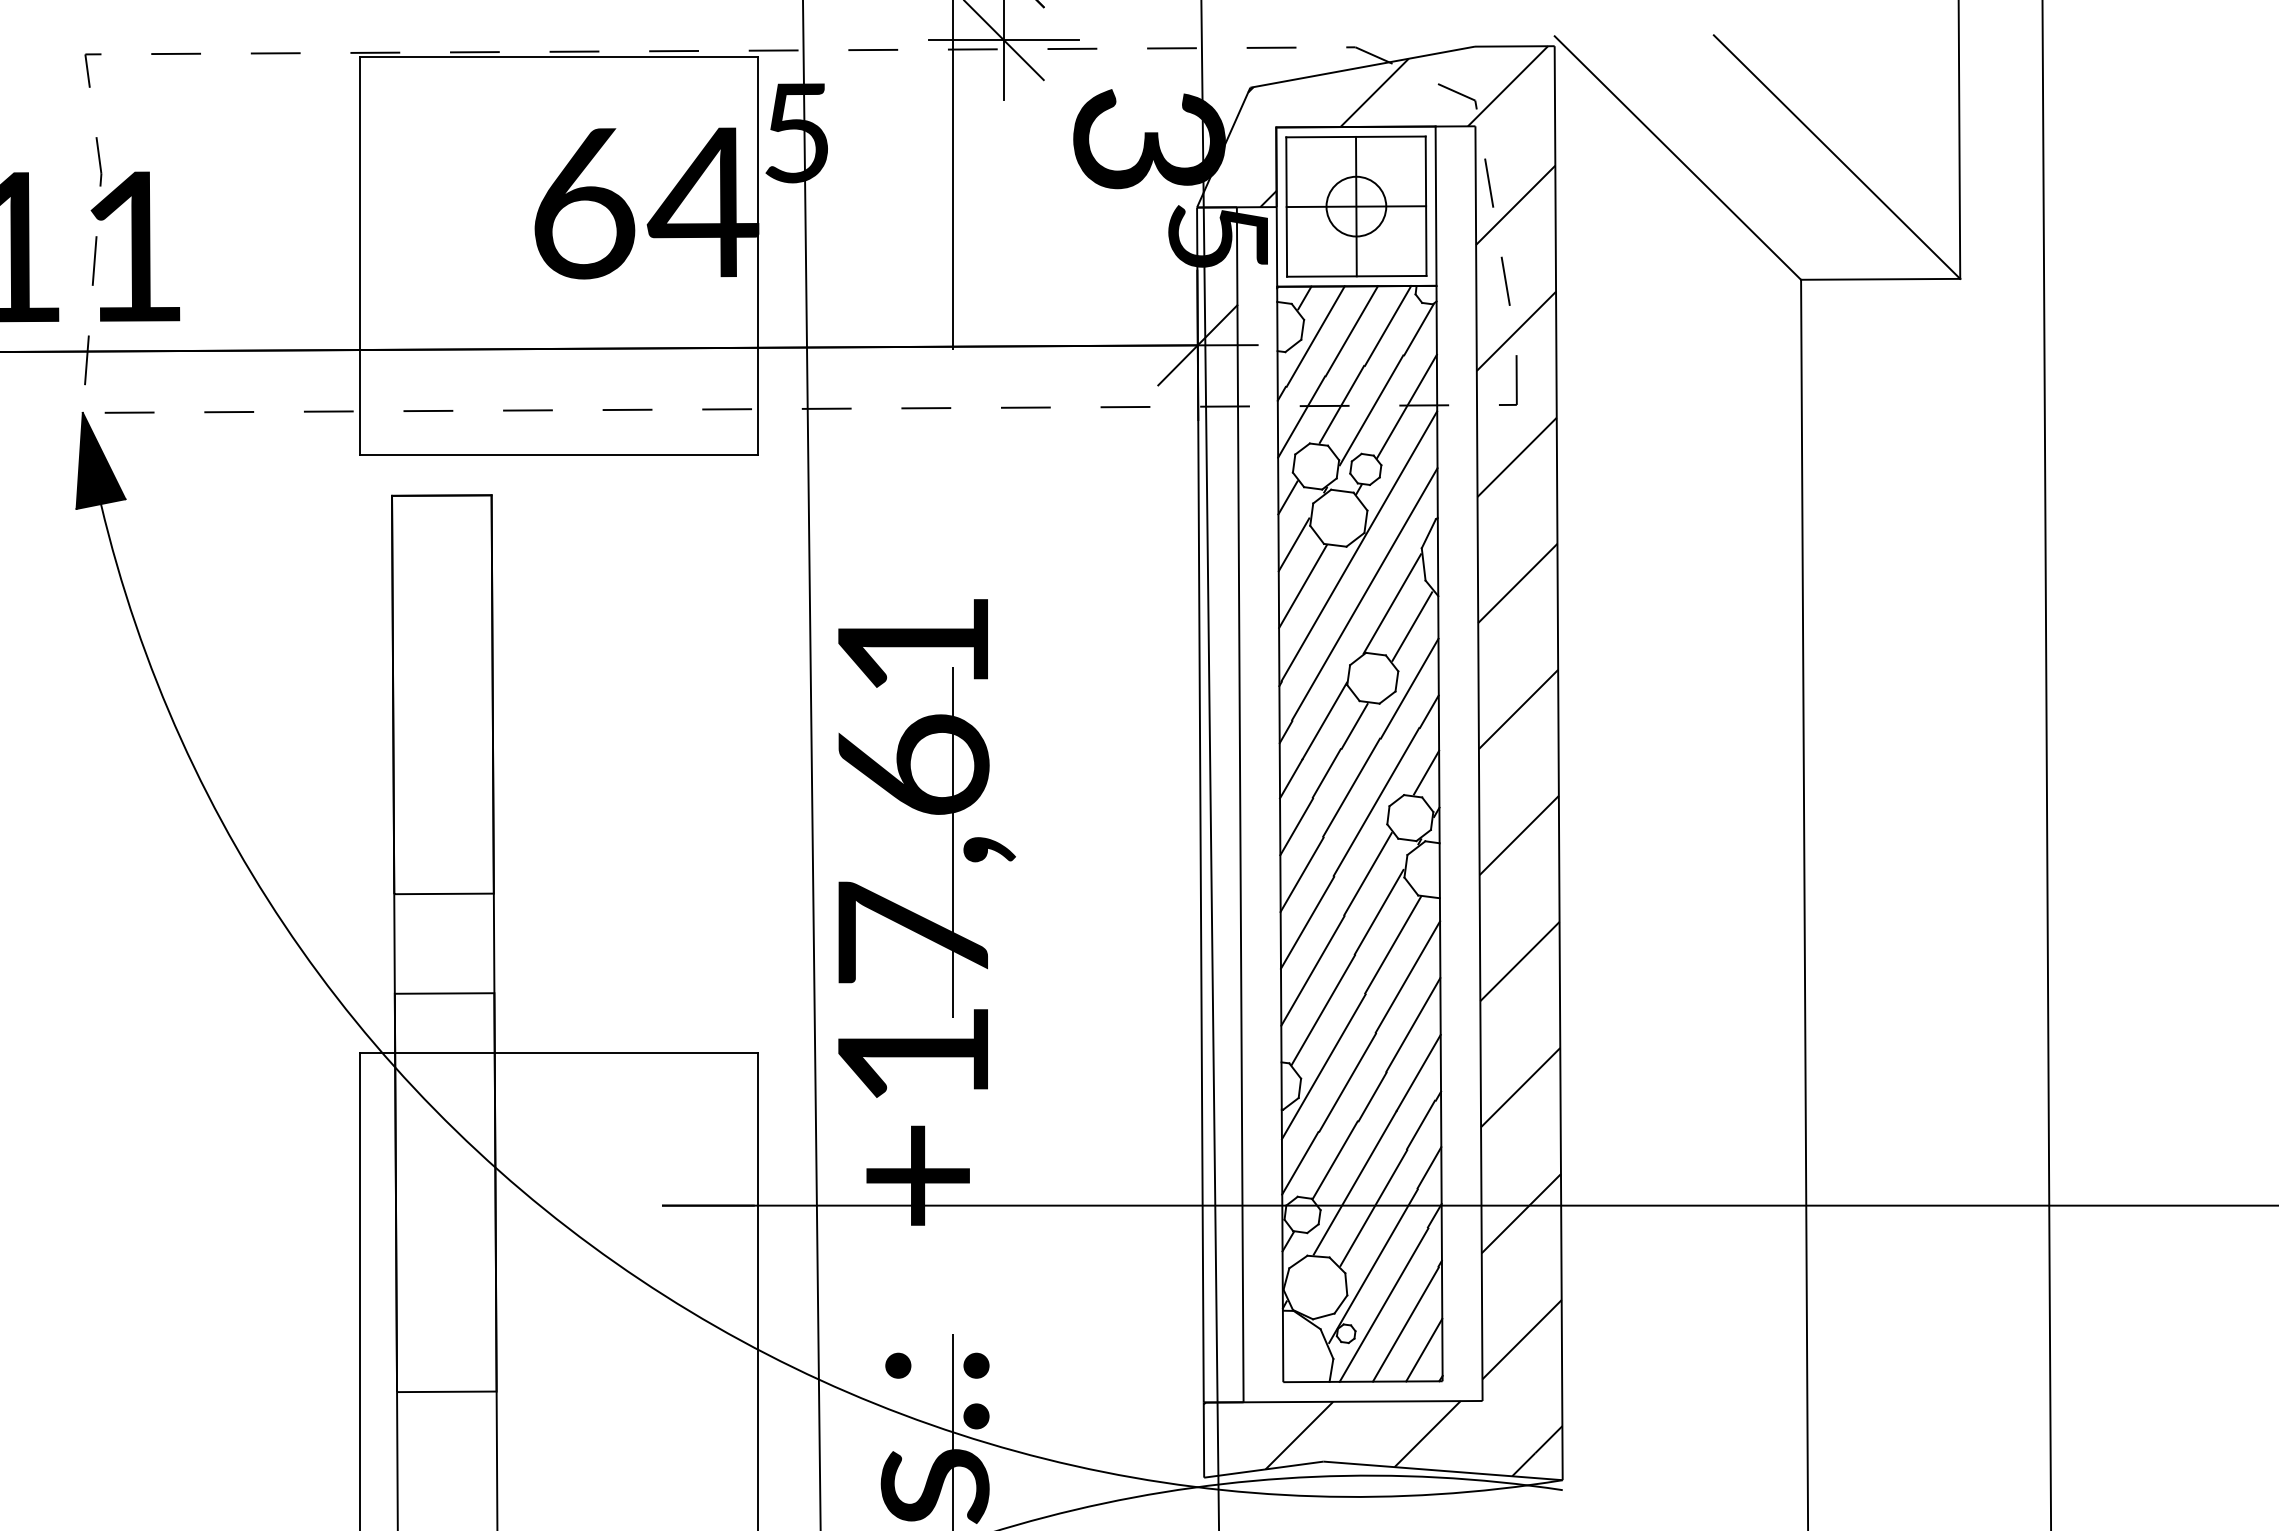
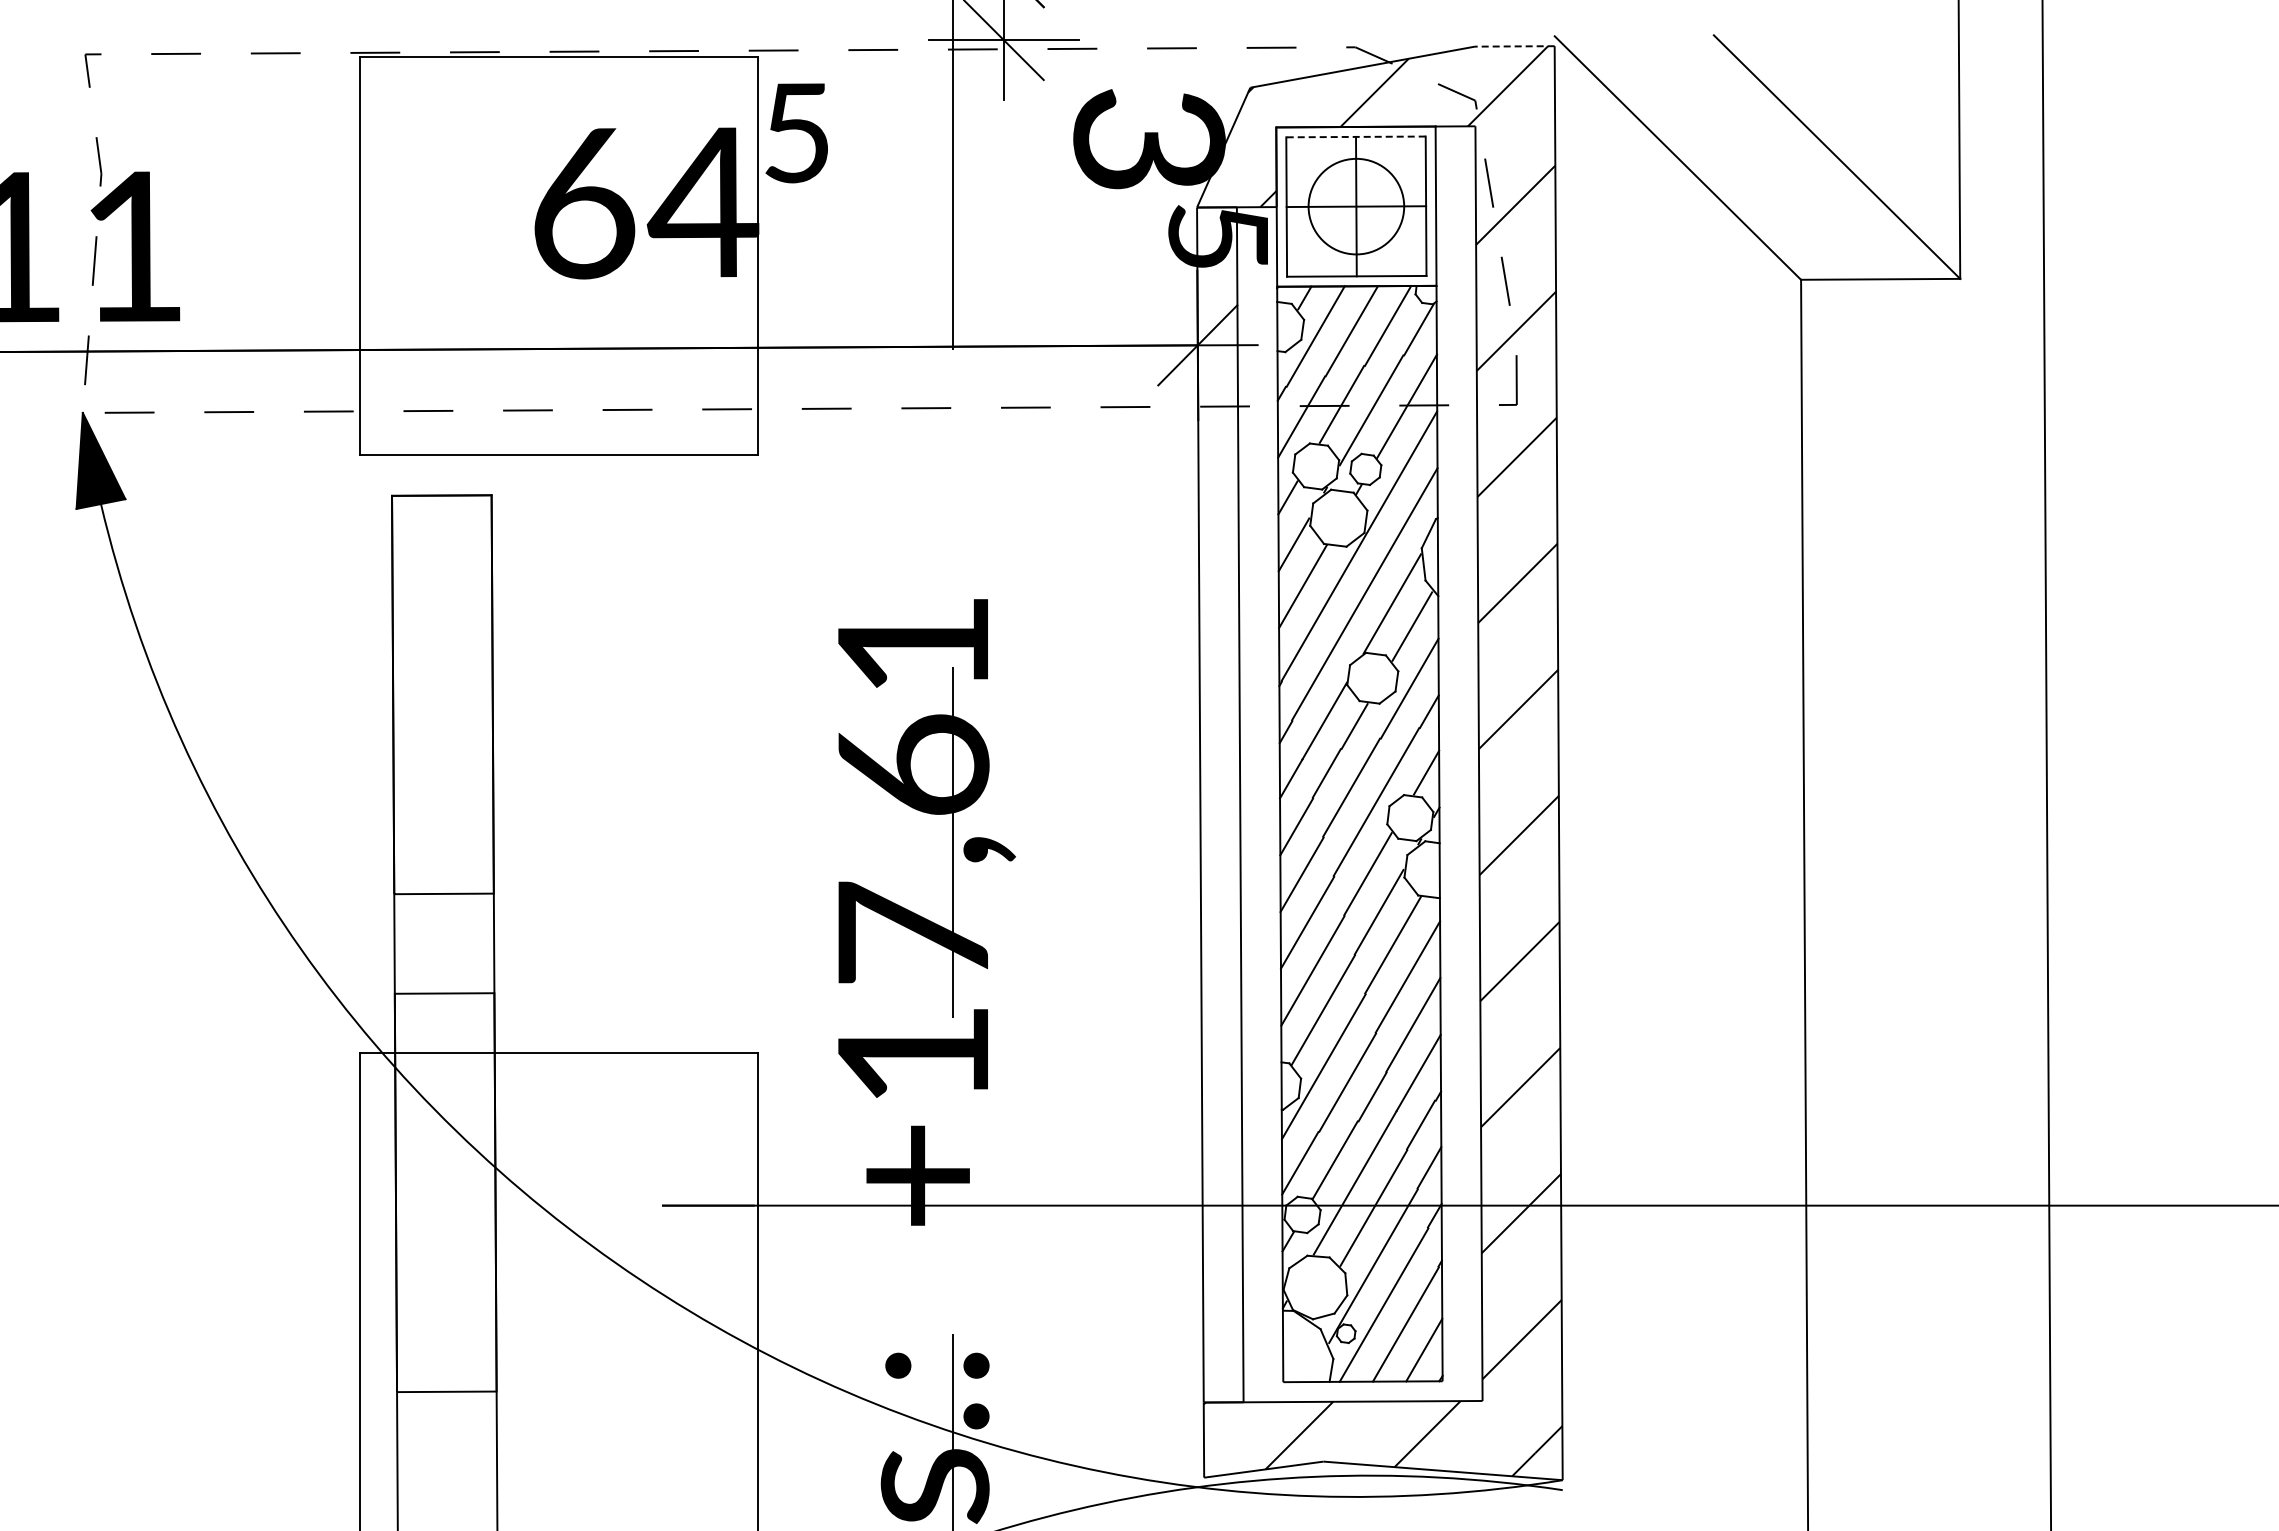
line at (1514, 46): solid -> dashed
line at (1356, 136): solid -> dashed
circle at (1356, 206) diameter: 60 px -> 96 px
line at (811, 764): present -> none
line at (1210, 764): present -> none
